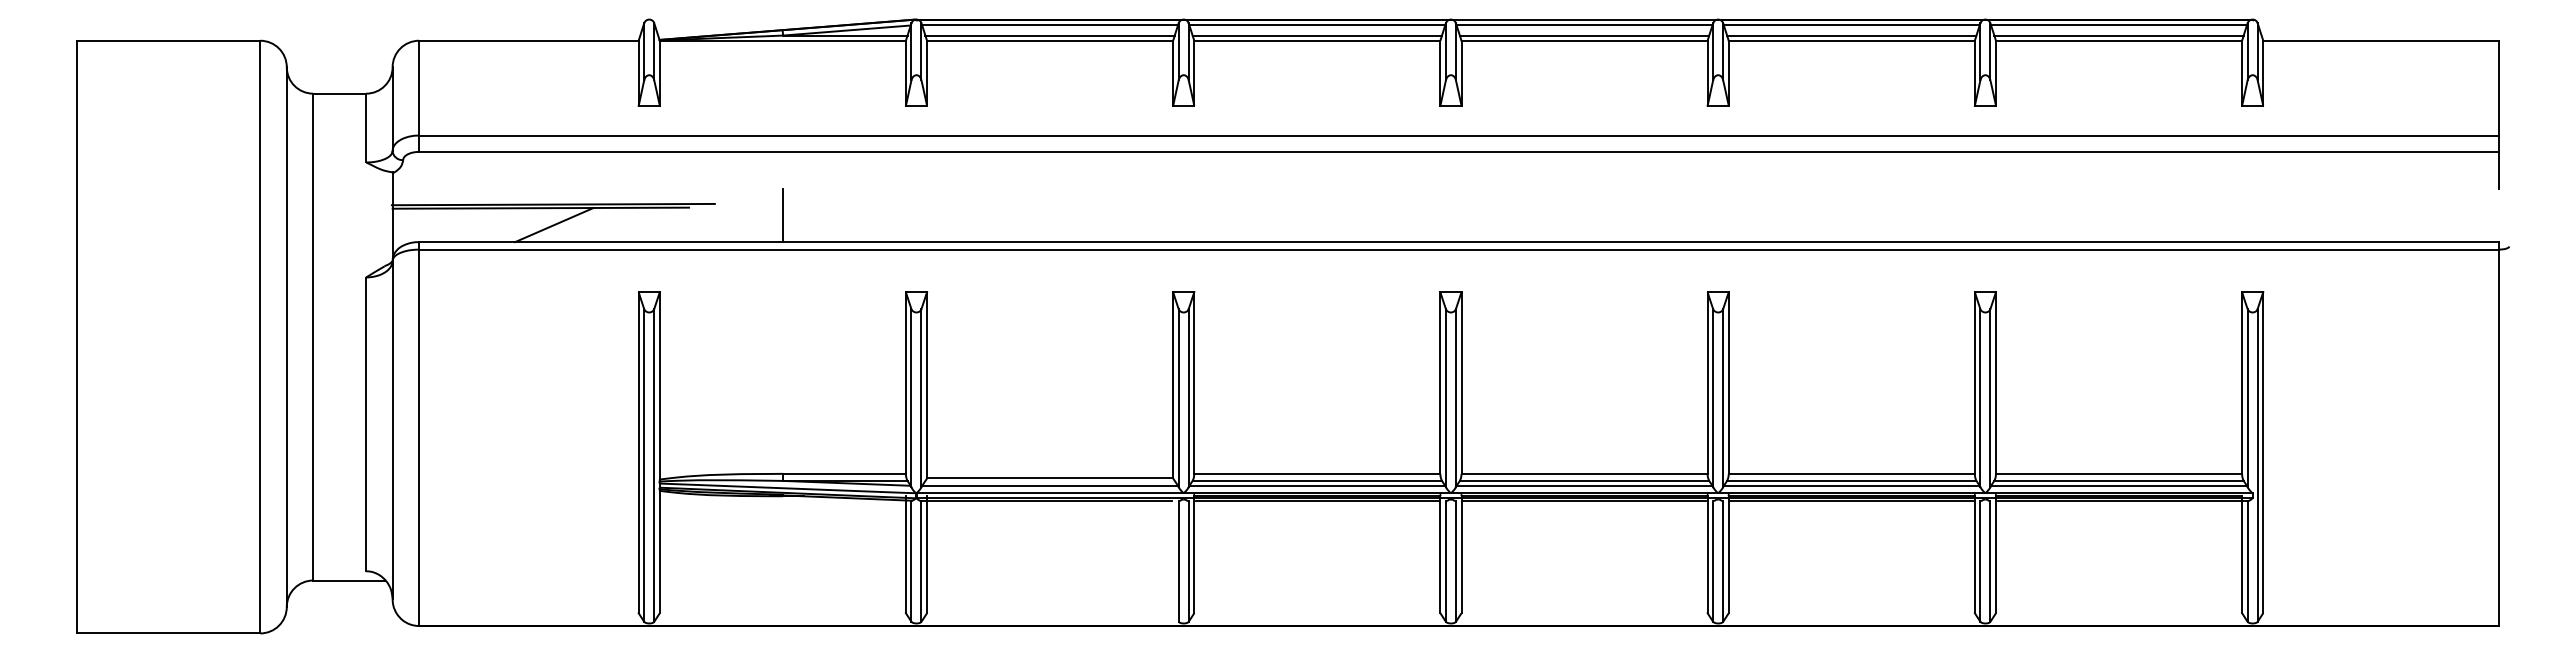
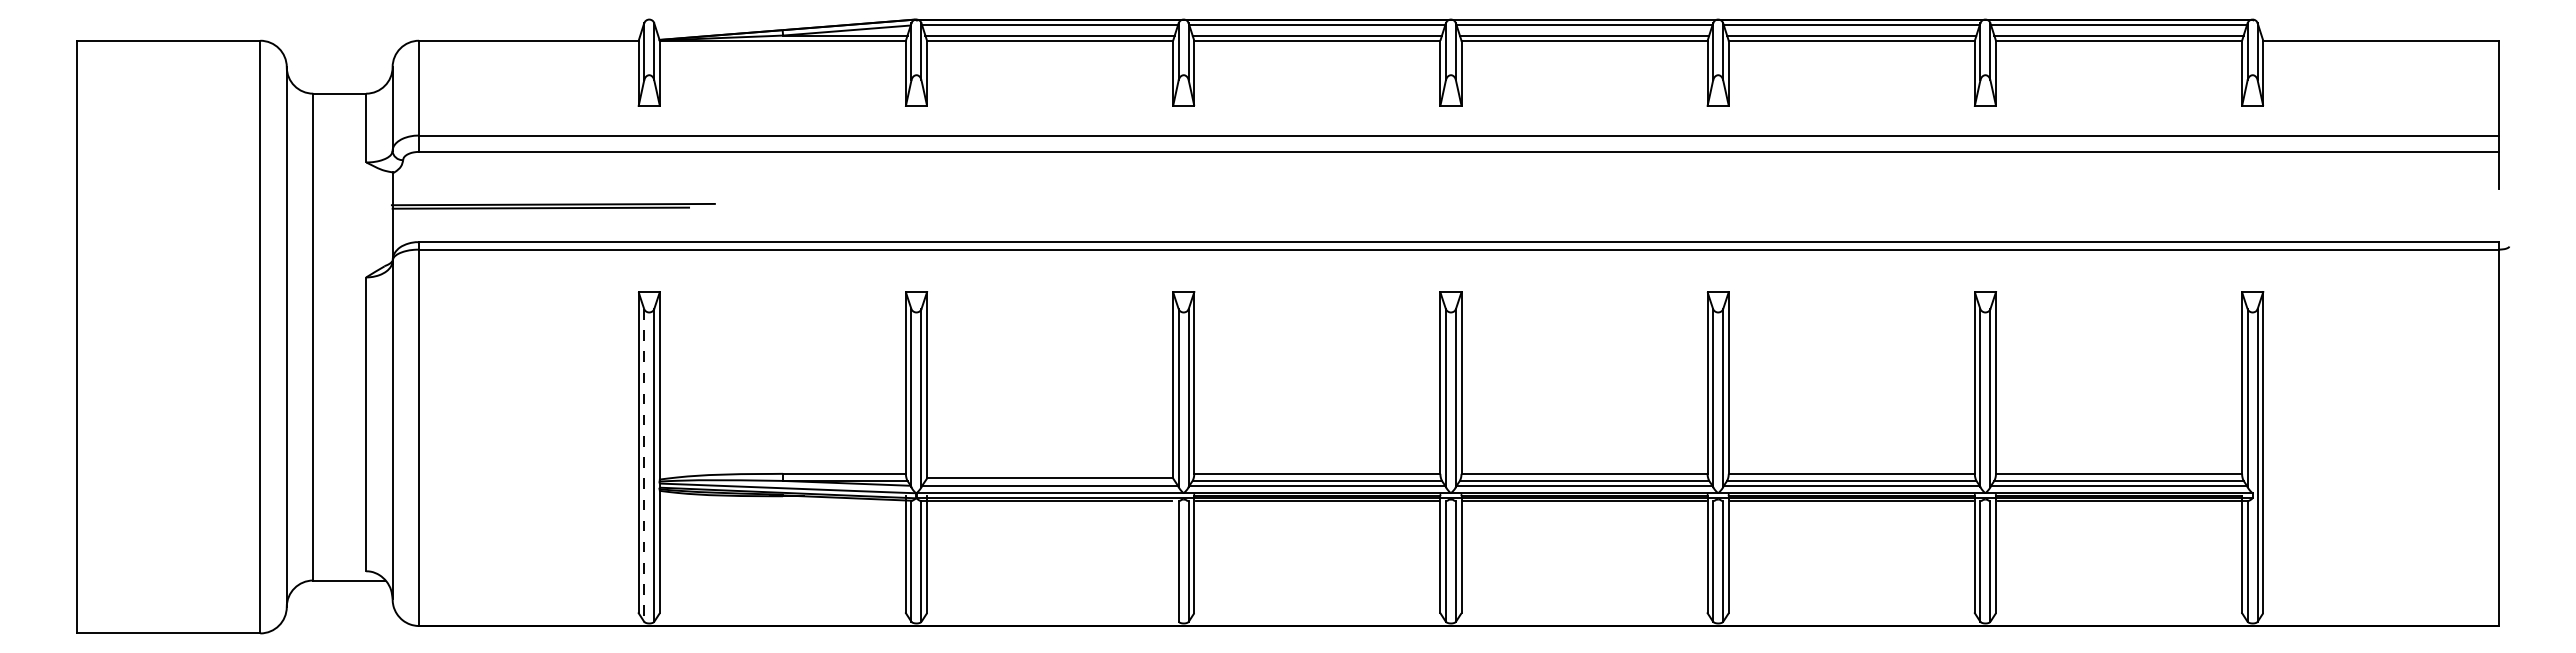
line at (783, 215): present -> none
line at (554, 224): present -> none
line at (644, 465): solid -> dashed
